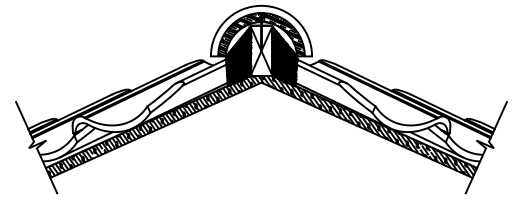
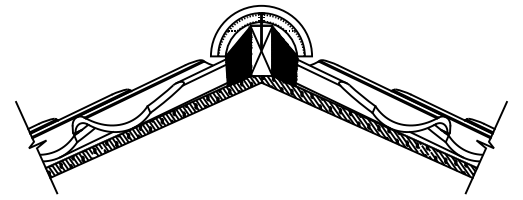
hatch at (261, 34): present -> none
